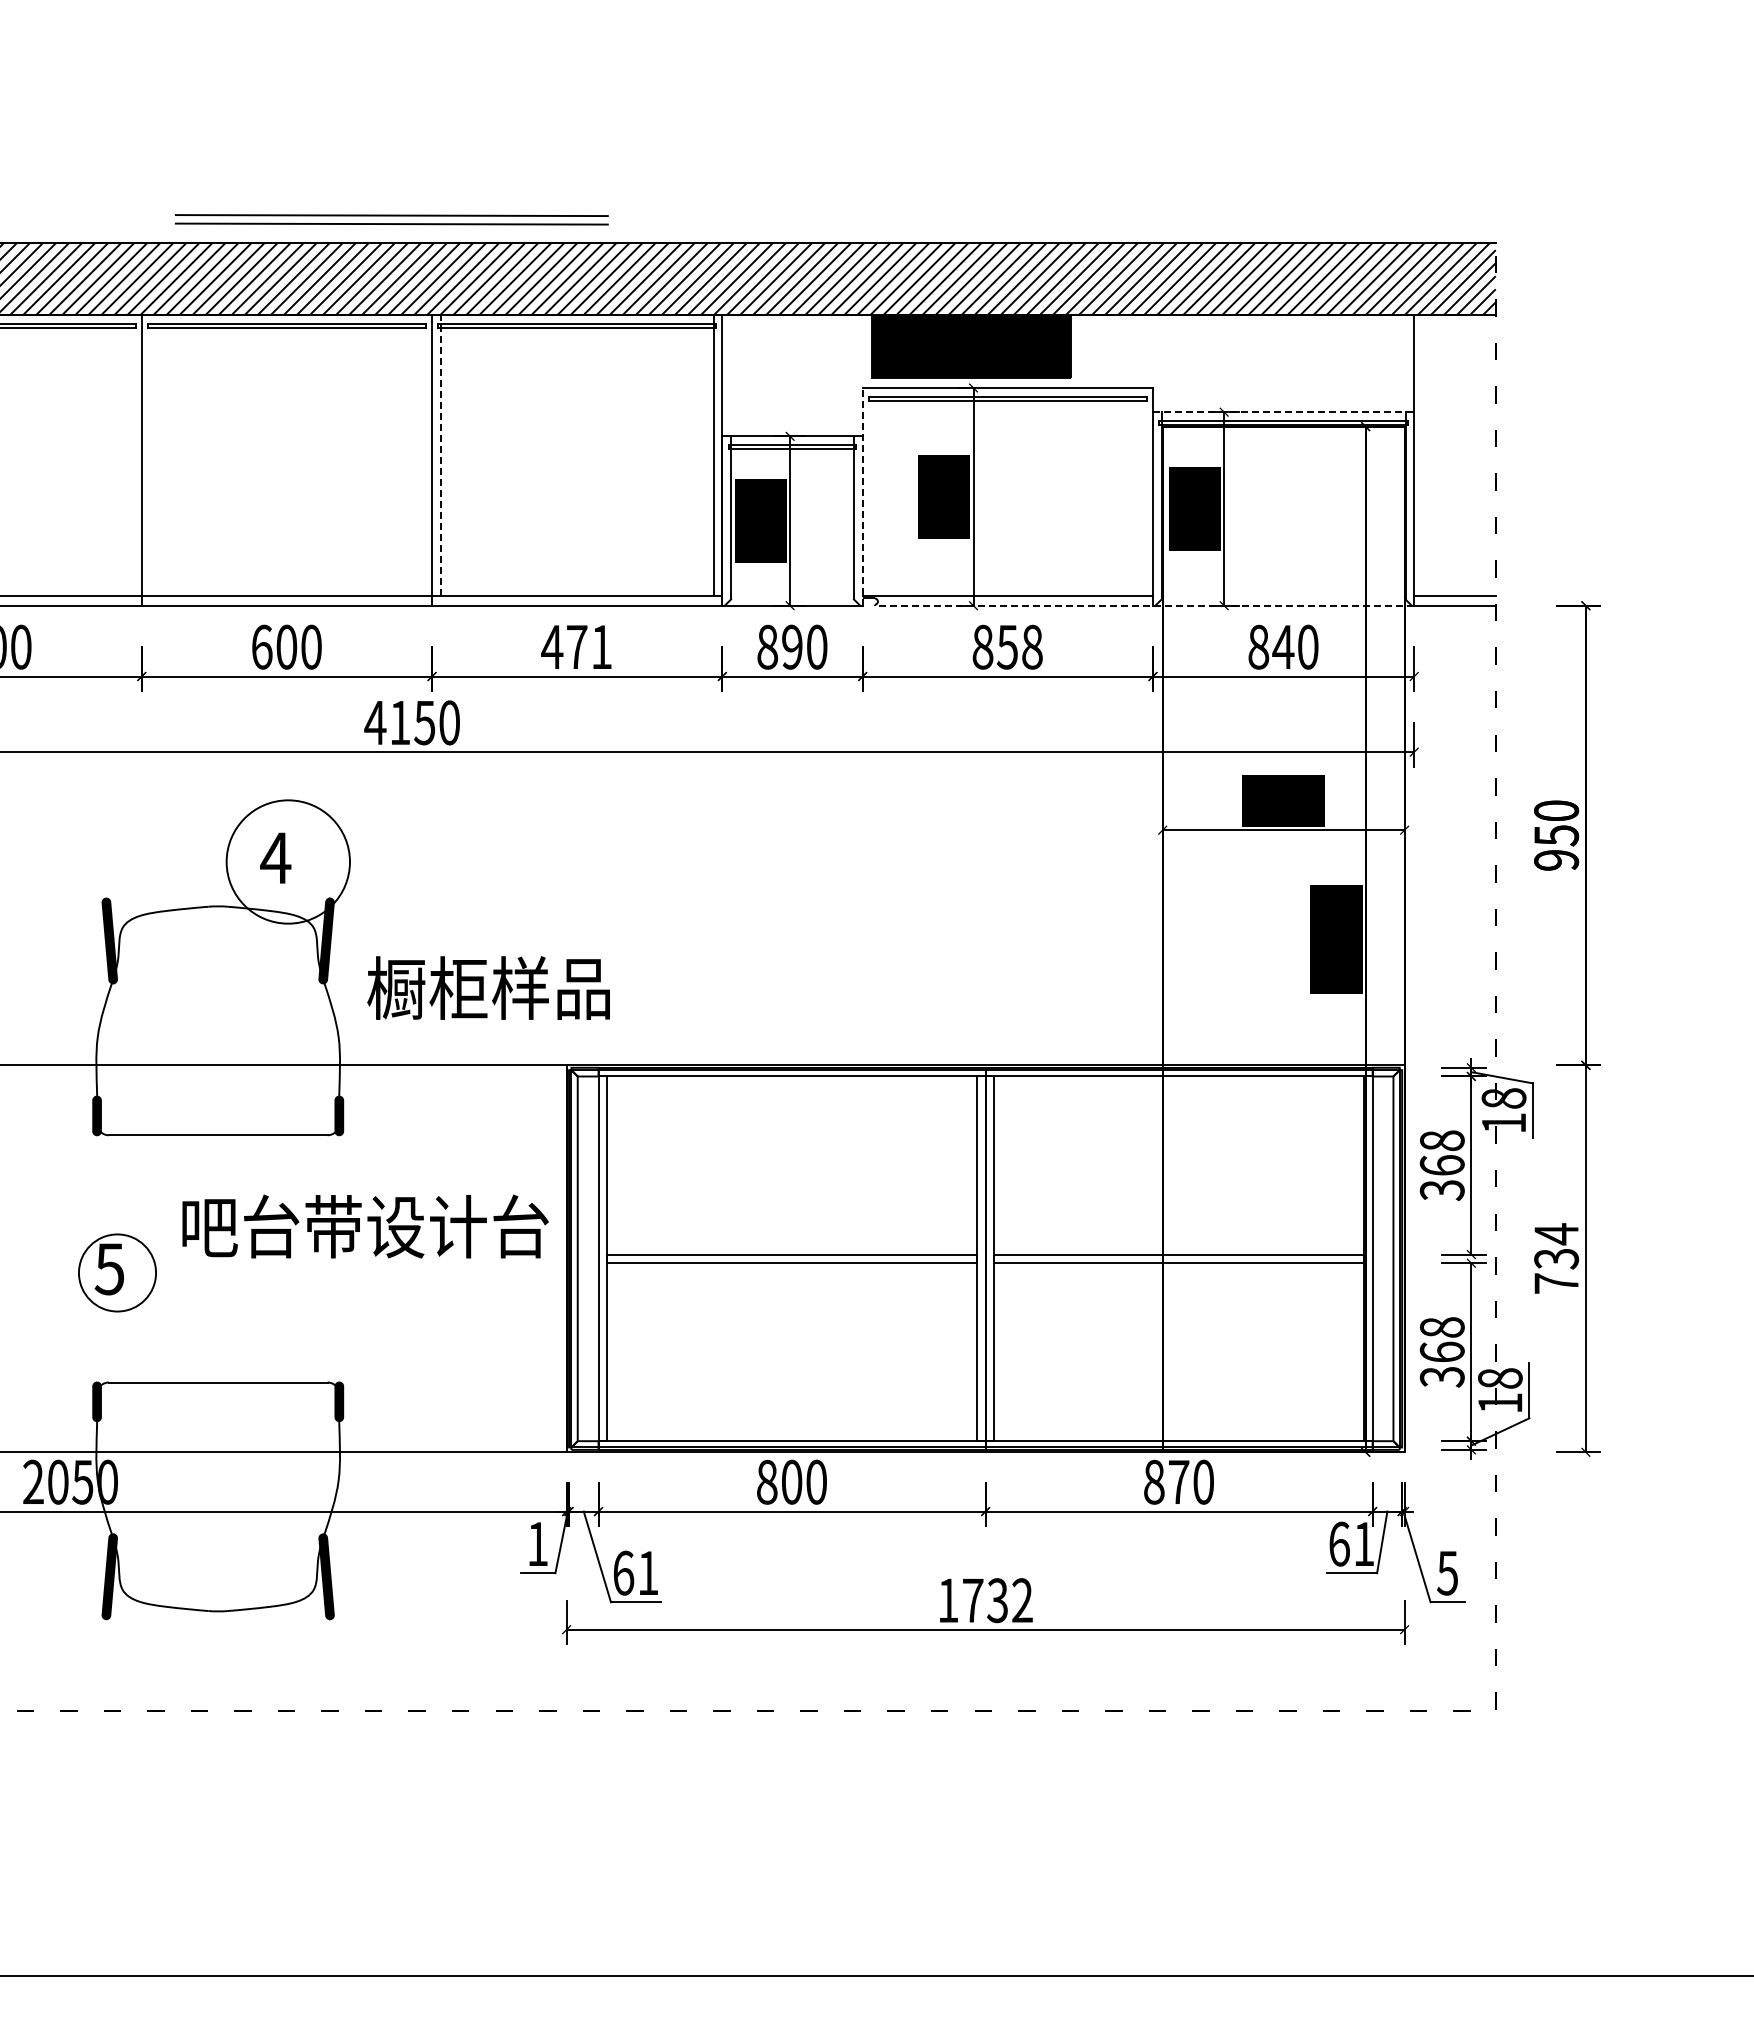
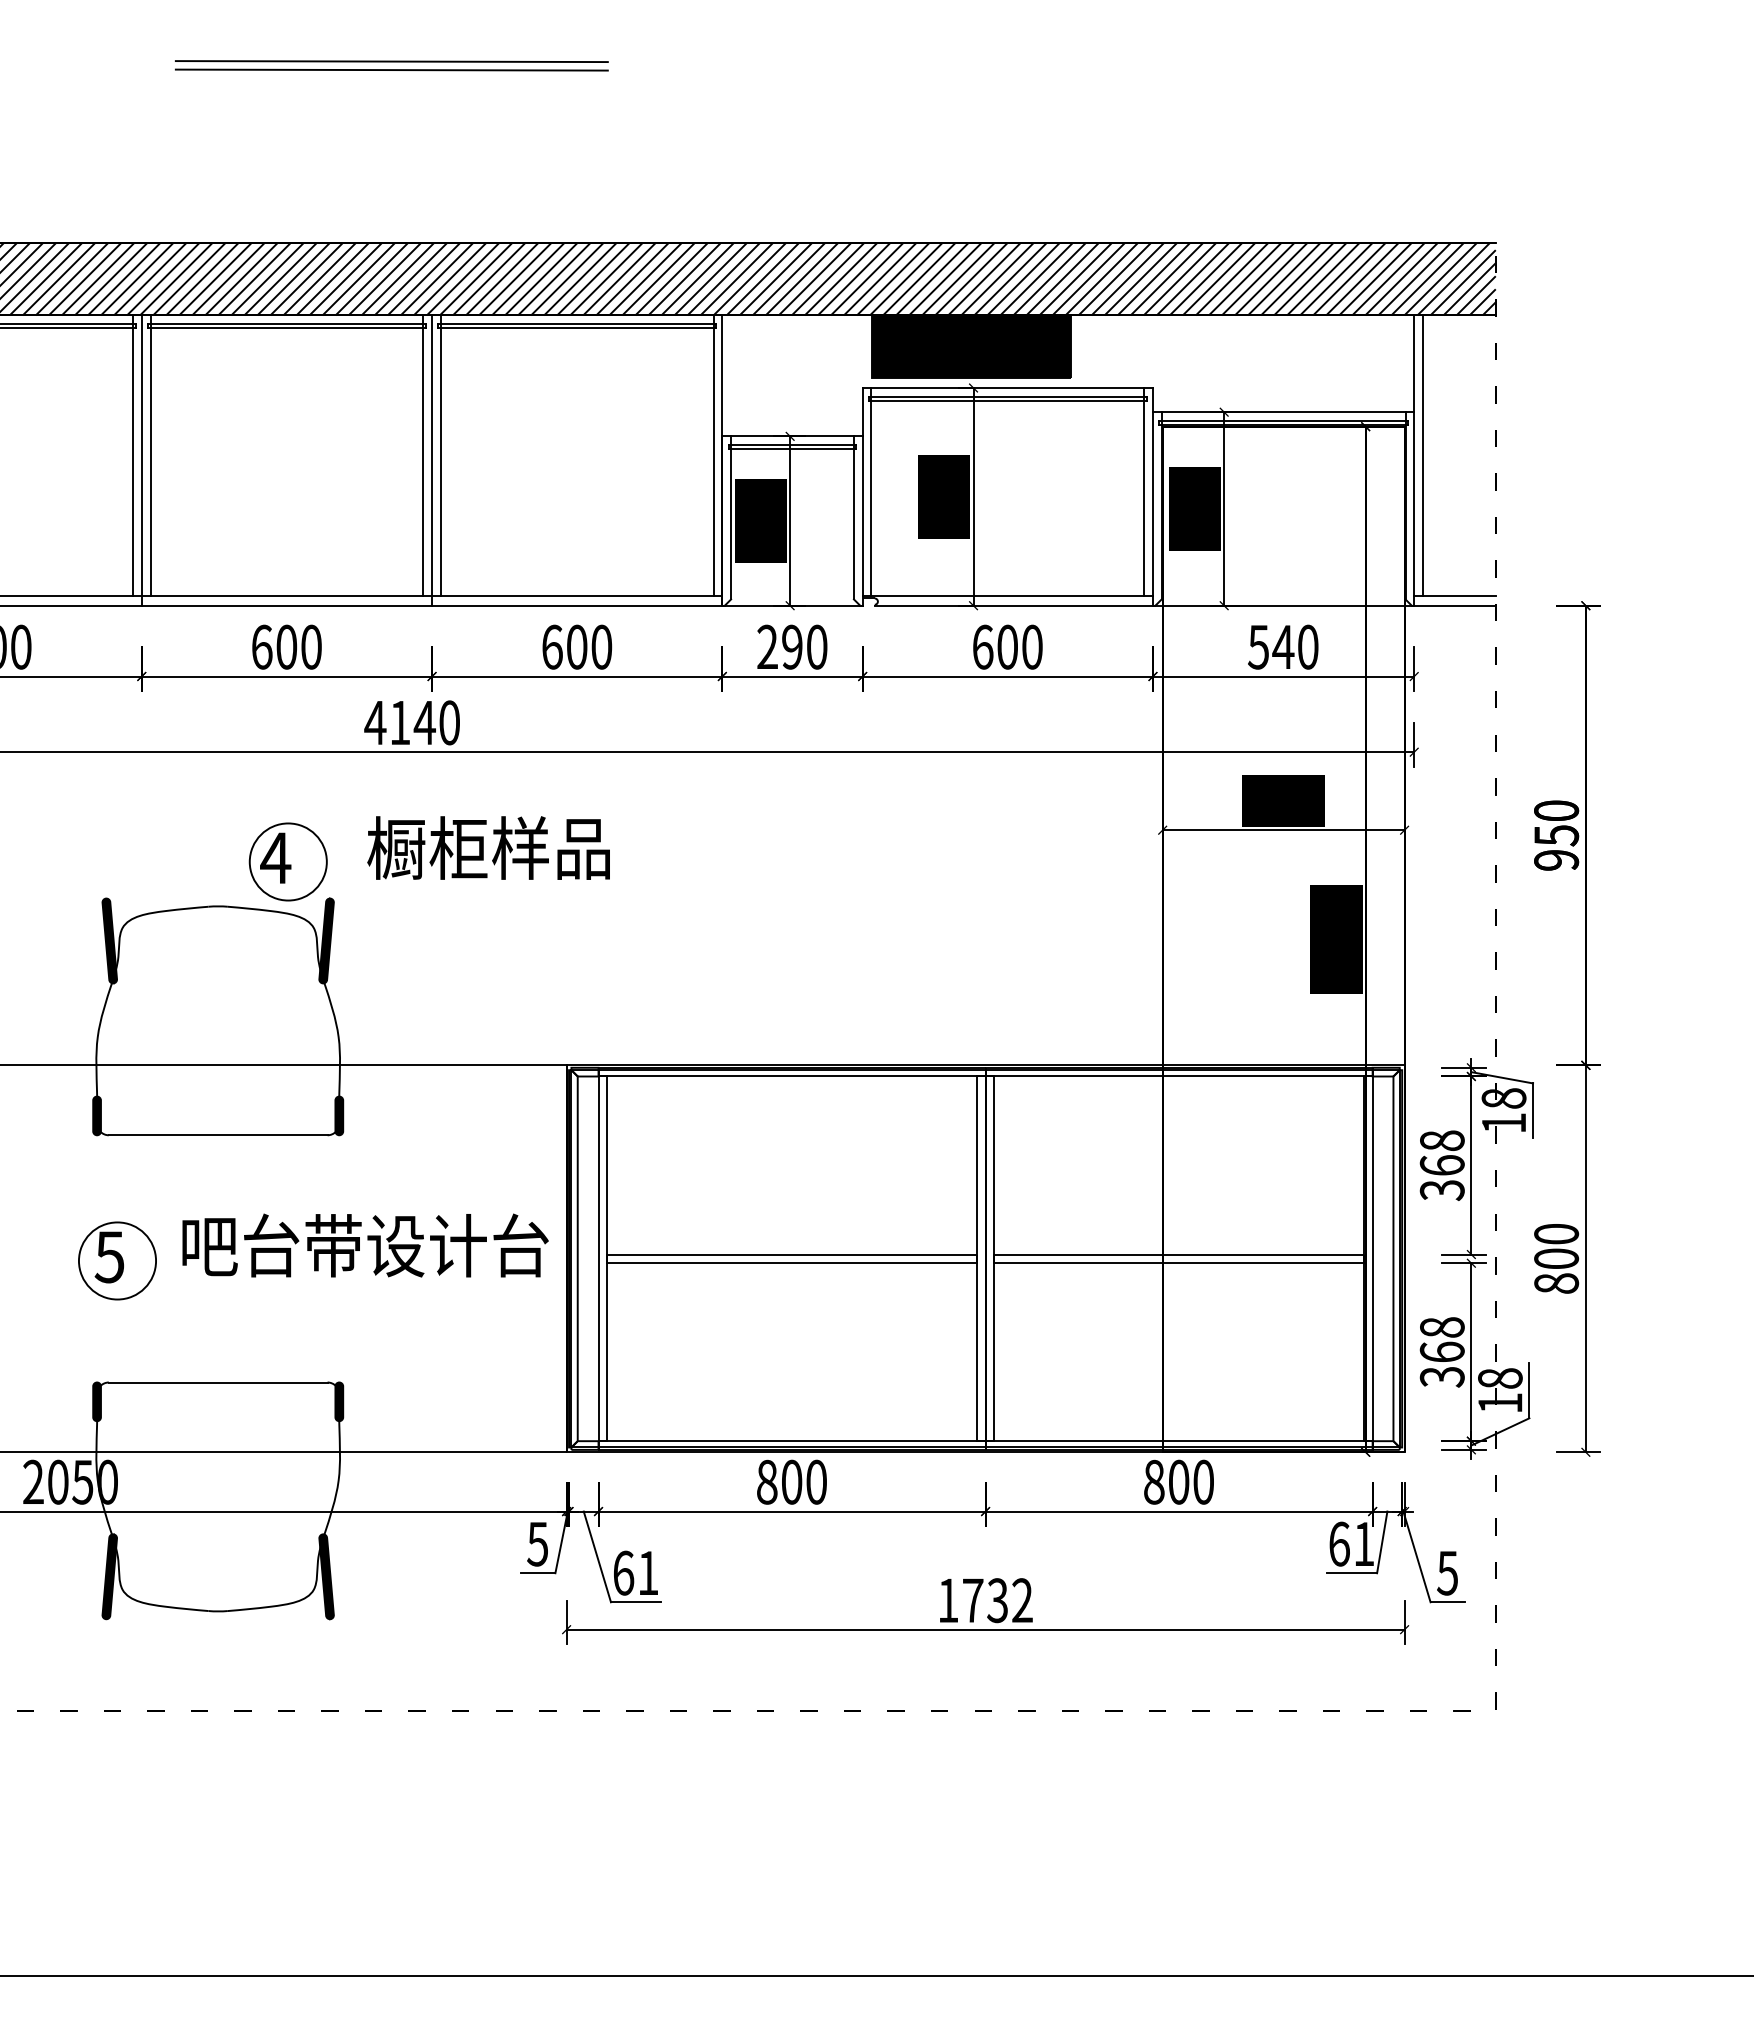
part at (391, 219) position: (391, 219) -> (391, 65)
line at (1283, 412): dashed -> solid
line at (133, 455): none -> present
line at (150, 455): none -> present
line at (423, 455): none -> present
line at (440, 455): dashed -> solid
line at (1422, 455): none -> present
line at (871, 492): none -> present
line at (1144, 492): none -> present
line at (862, 496): dashed -> solid
line at (1144, 605): dashed -> solid
text at (576, 646): 471 -> 600
text at (767, 646): 890 -> 290
text at (1007, 646): 858 -> 600
text at (1258, 646): 840 -> 540
text at (424, 723): 4150 -> 4140
circle at (287, 861) diameter: 123 px -> 77 px
text at (488, 987) position: (488, 987) -> (488, 847)
text at (365, 1226) position: (365, 1226) -> (365, 1245)
text at (1556, 1258): 734 -> 800
part at (117, 1272) position: (117, 1272) -> (117, 1260)
text at (1179, 1481): 870 -> 800
text at (537, 1544): 1 -> 5
